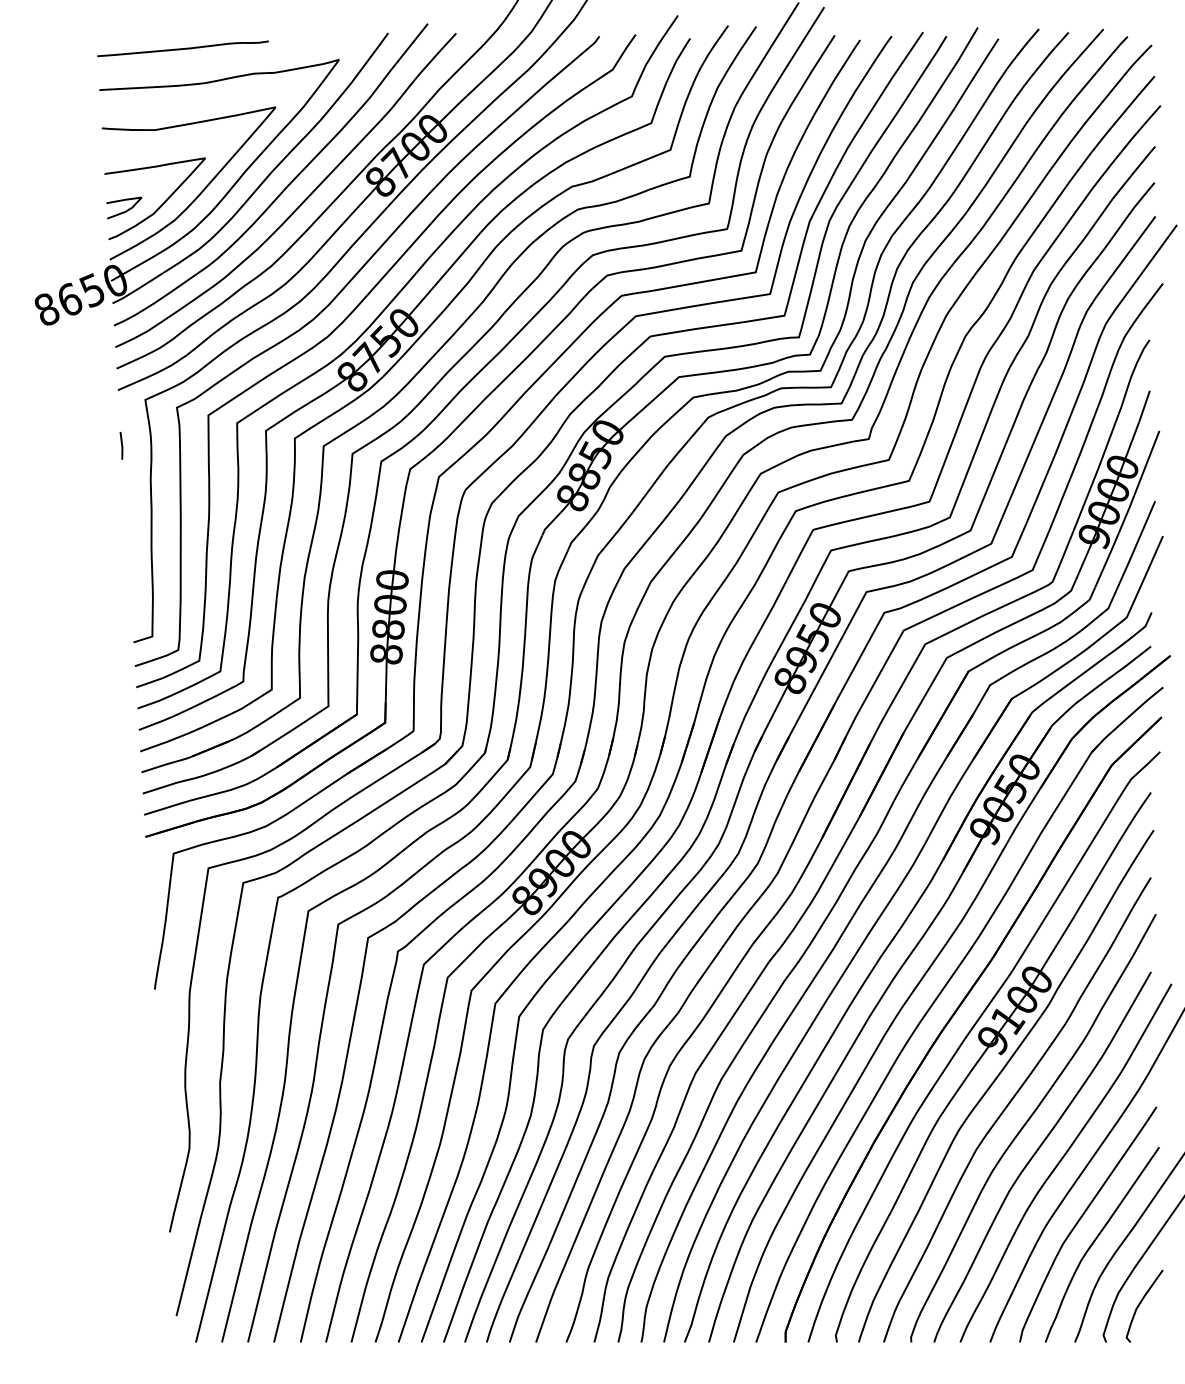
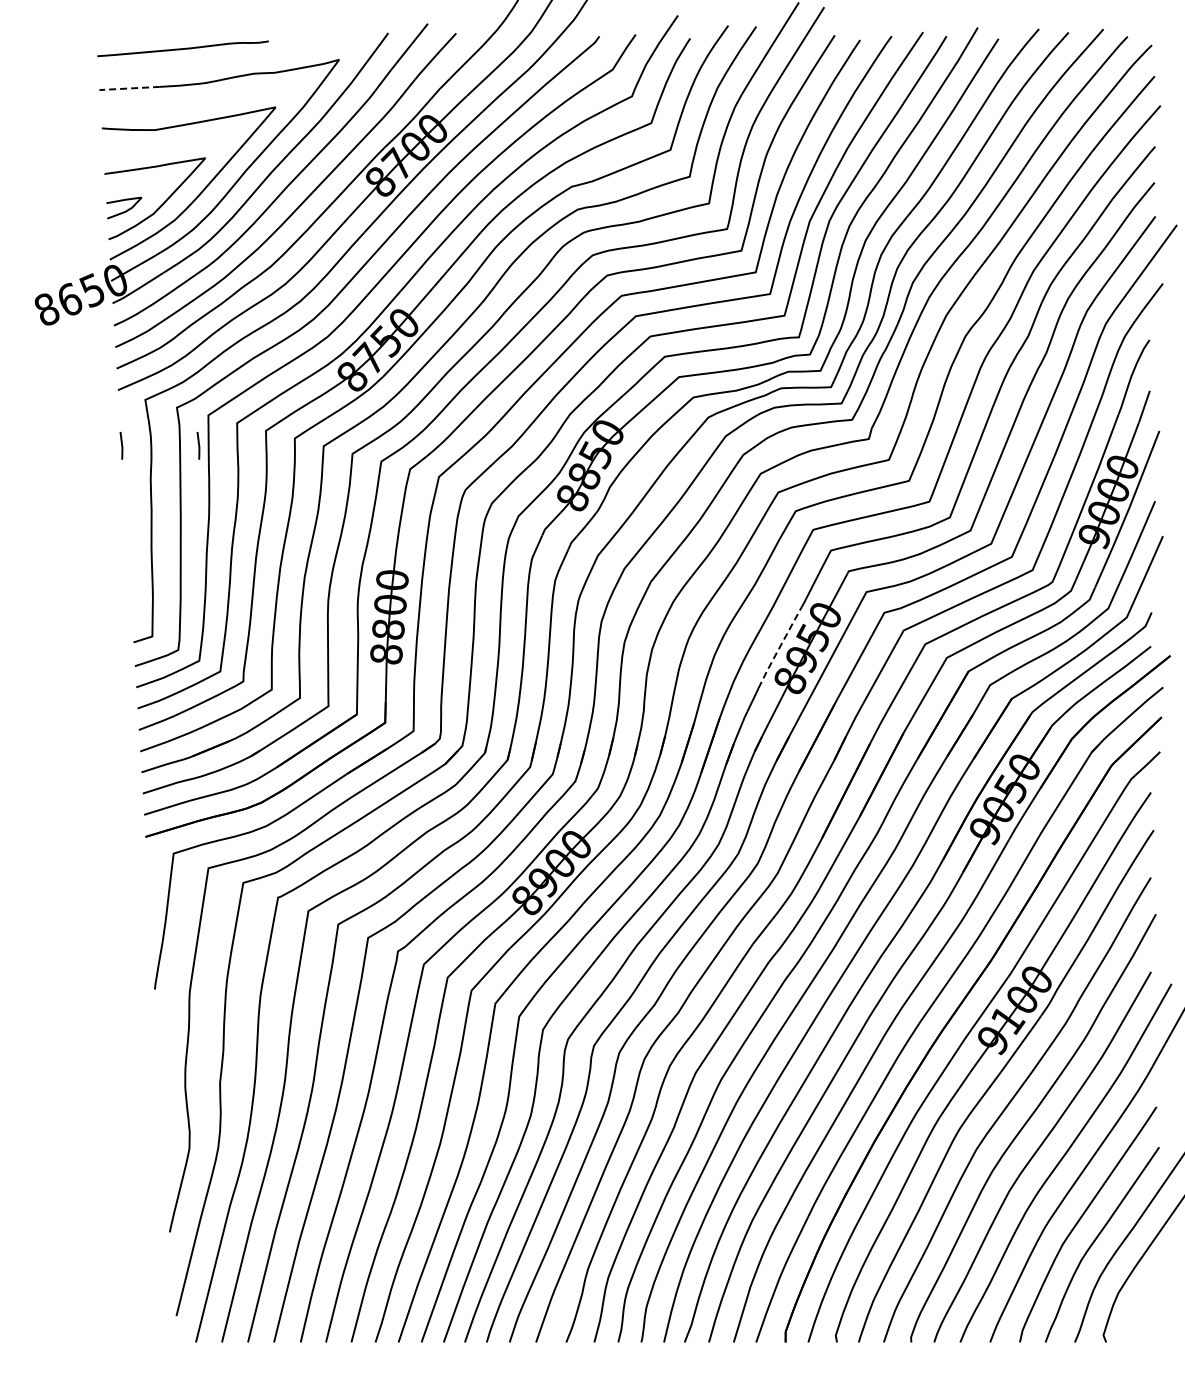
line at (130, 88): solid -> dashed
line at (198, 445): none -> present
line at (779, 648): solid -> dashed
curve at (1141, 1303): present -> none
